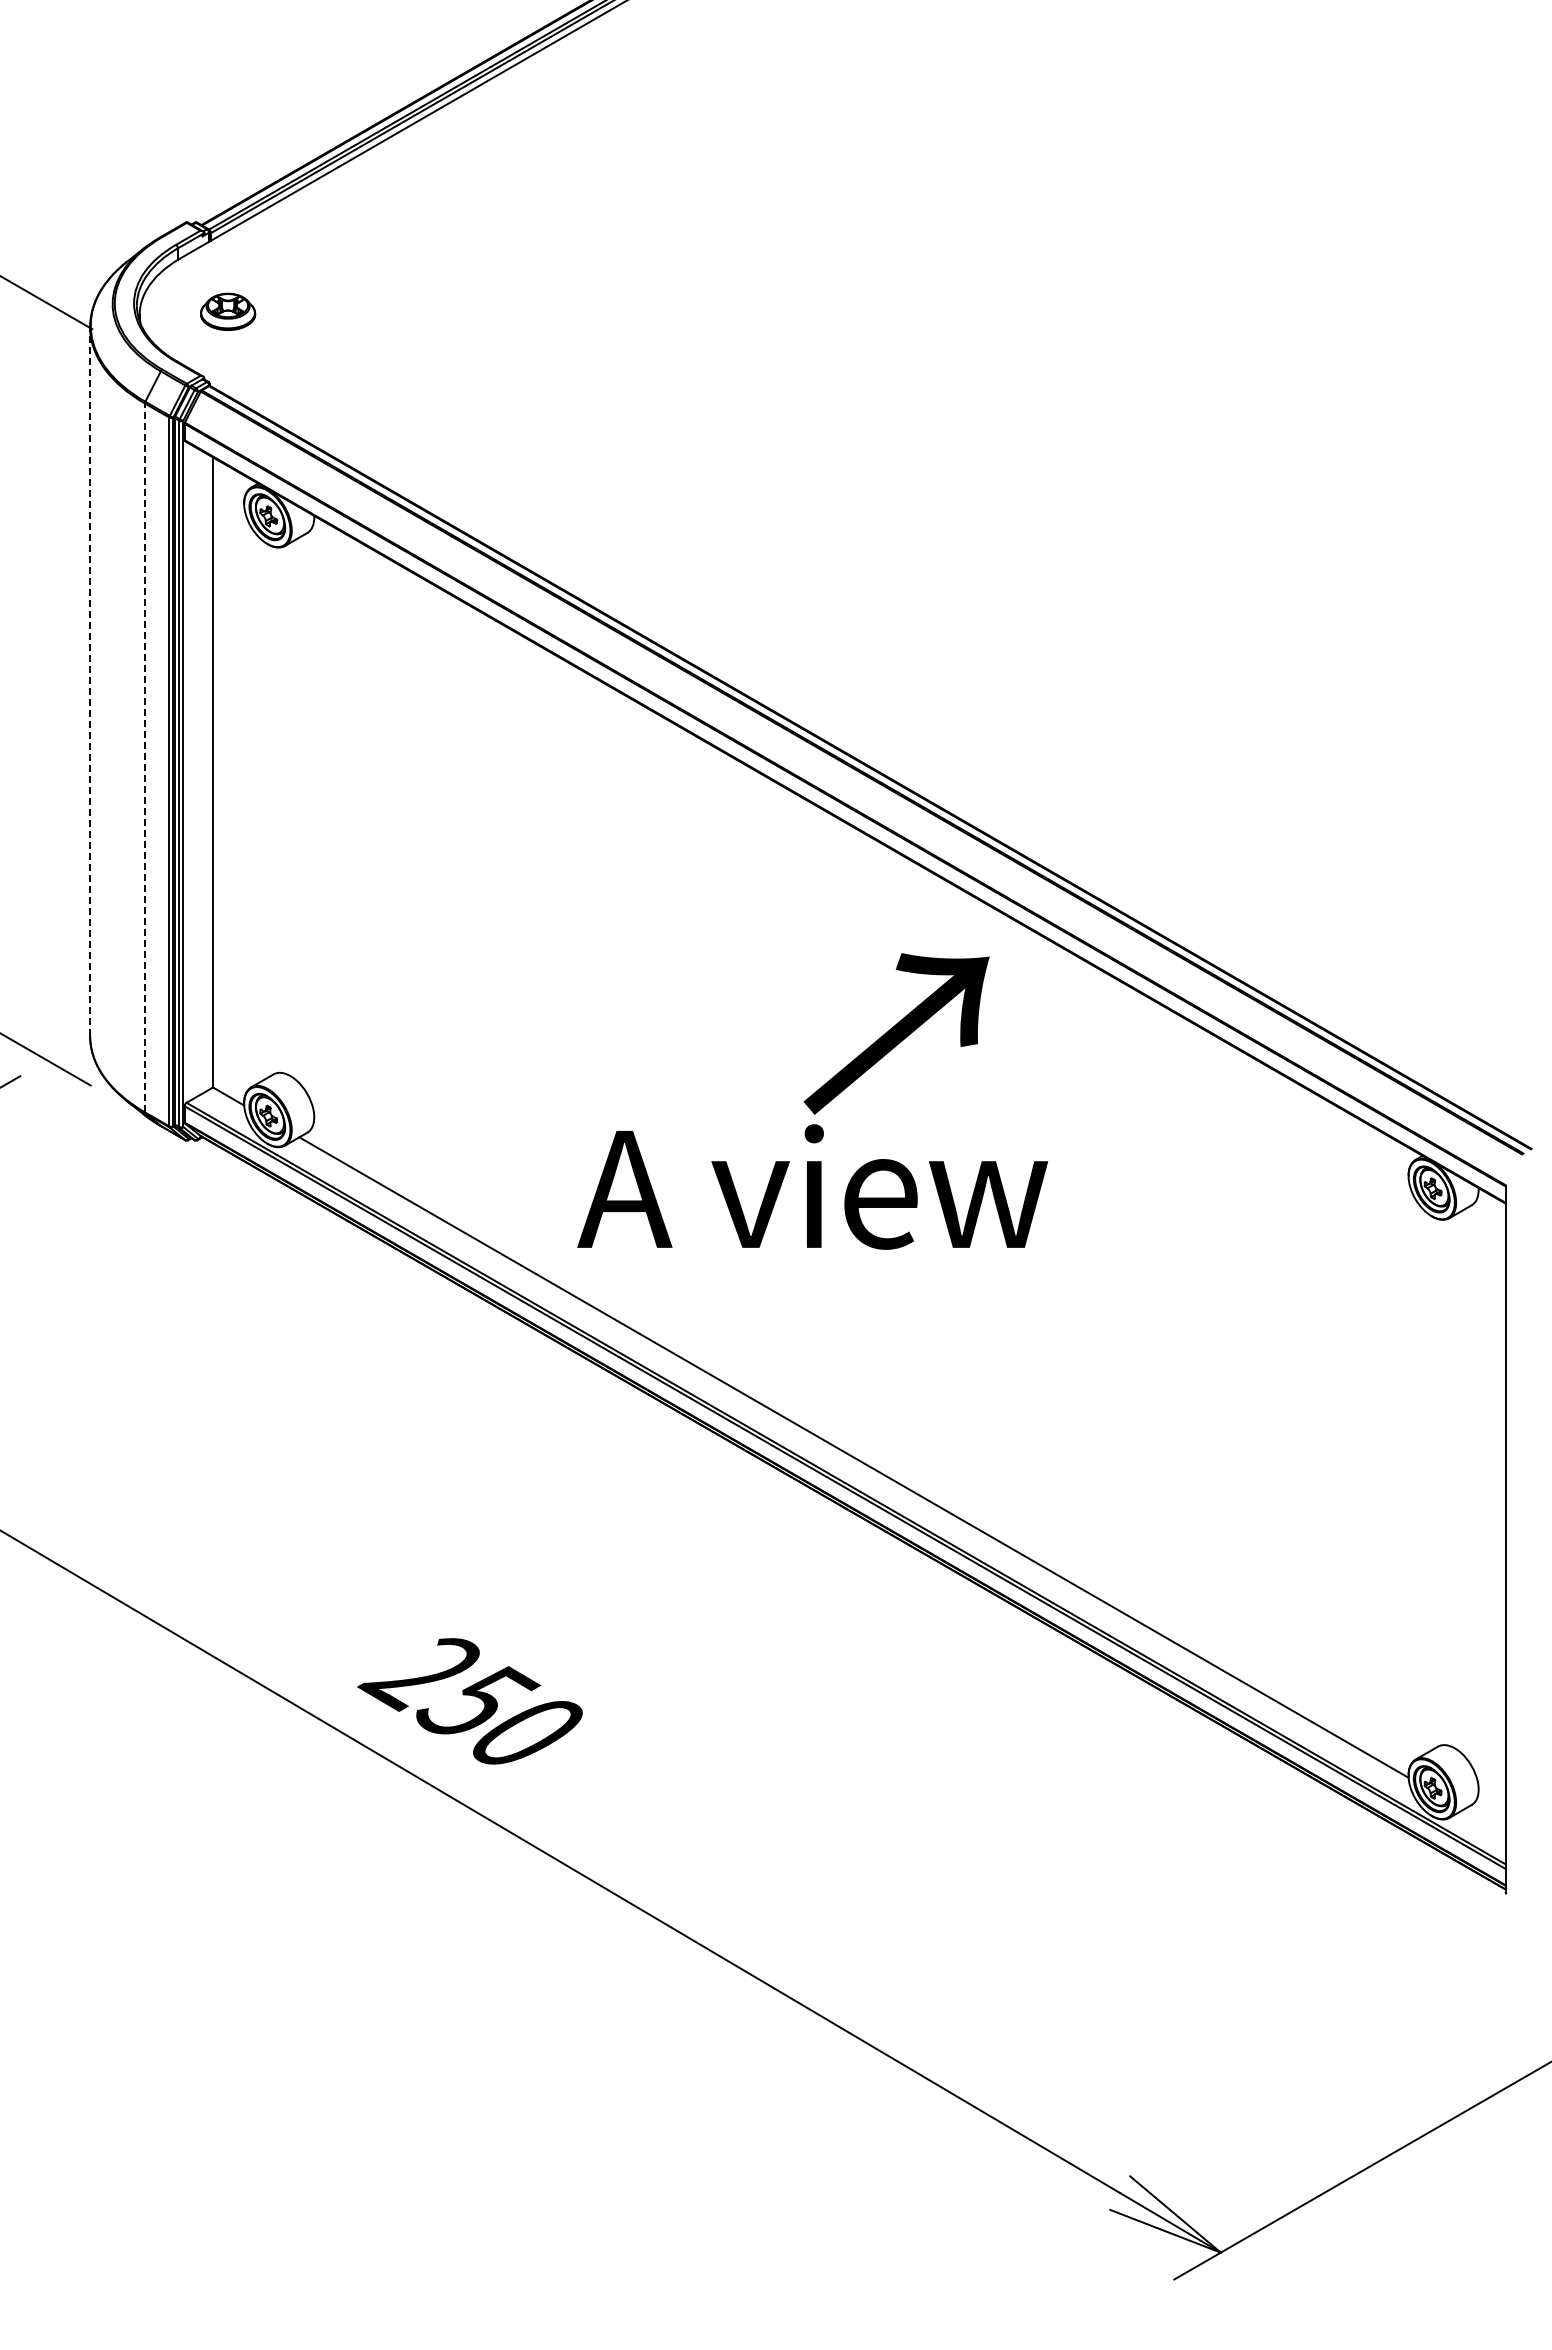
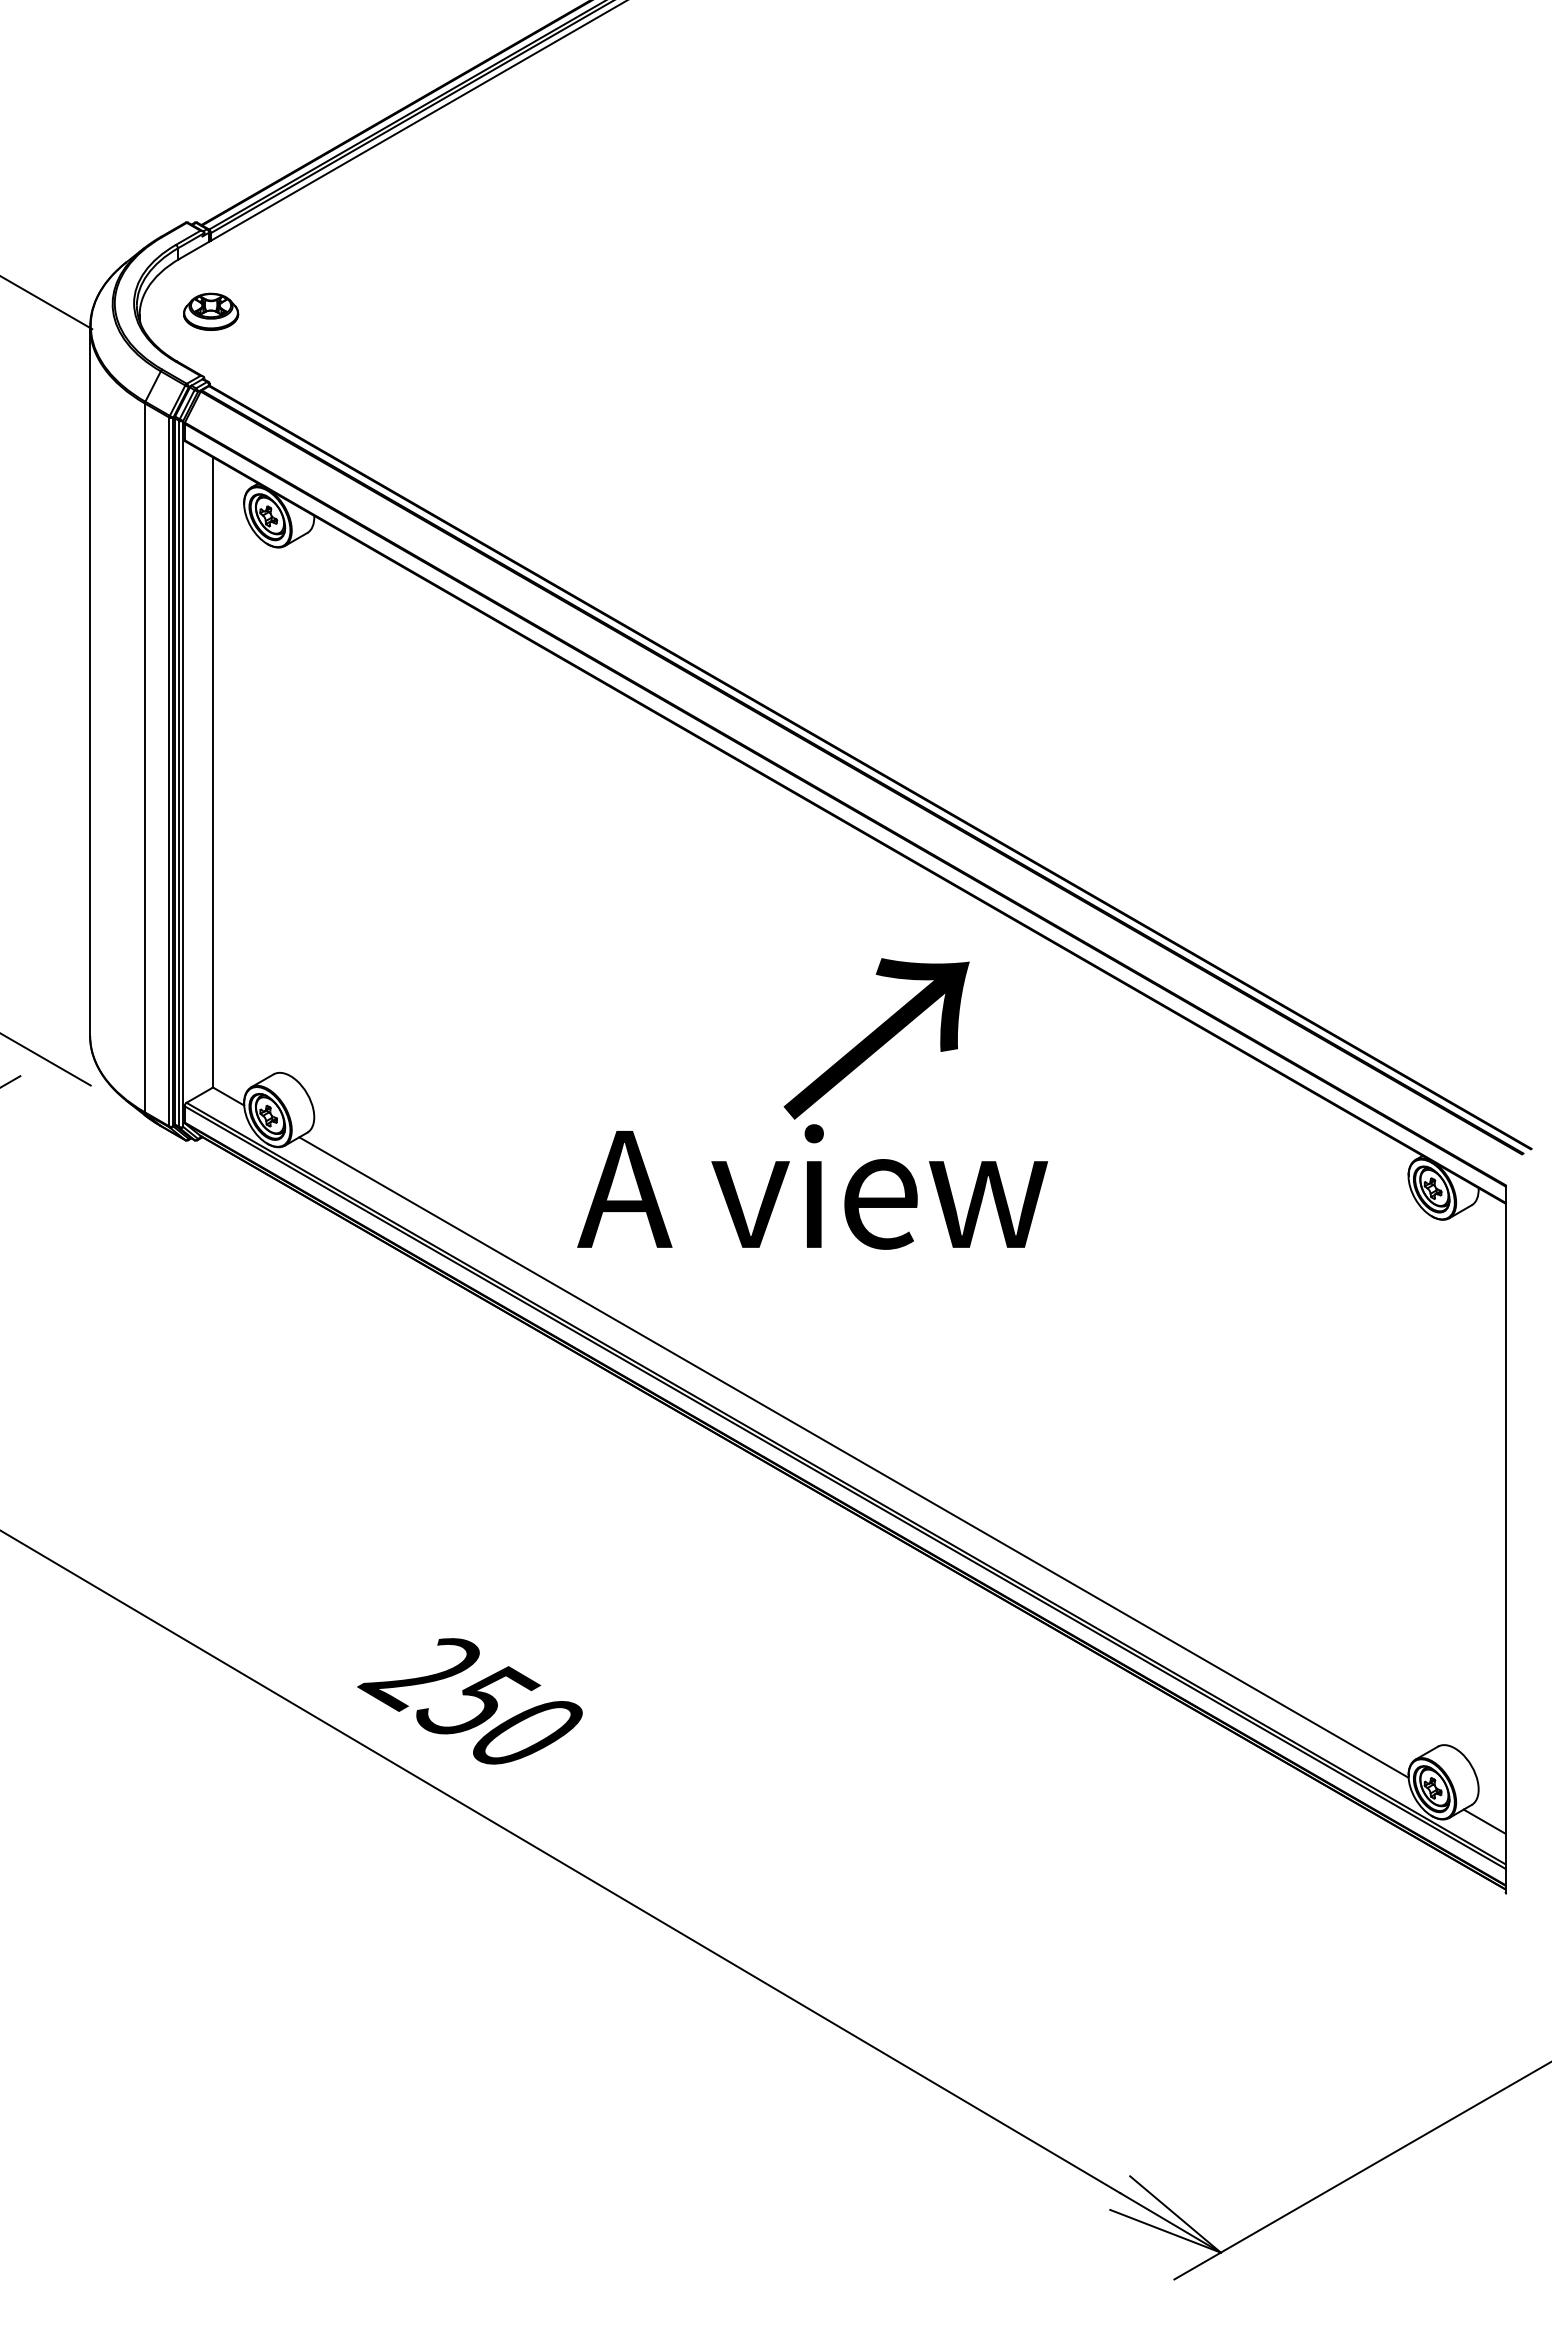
part at (228, 311) position: (228, 311) -> (211, 311)
line at (90, 681): dashed -> solid
line at (144, 757): dashed -> solid
text at (896, 1033) position: (896, 1033) -> (876, 1038)
line at (1484, 1821): none -> present
